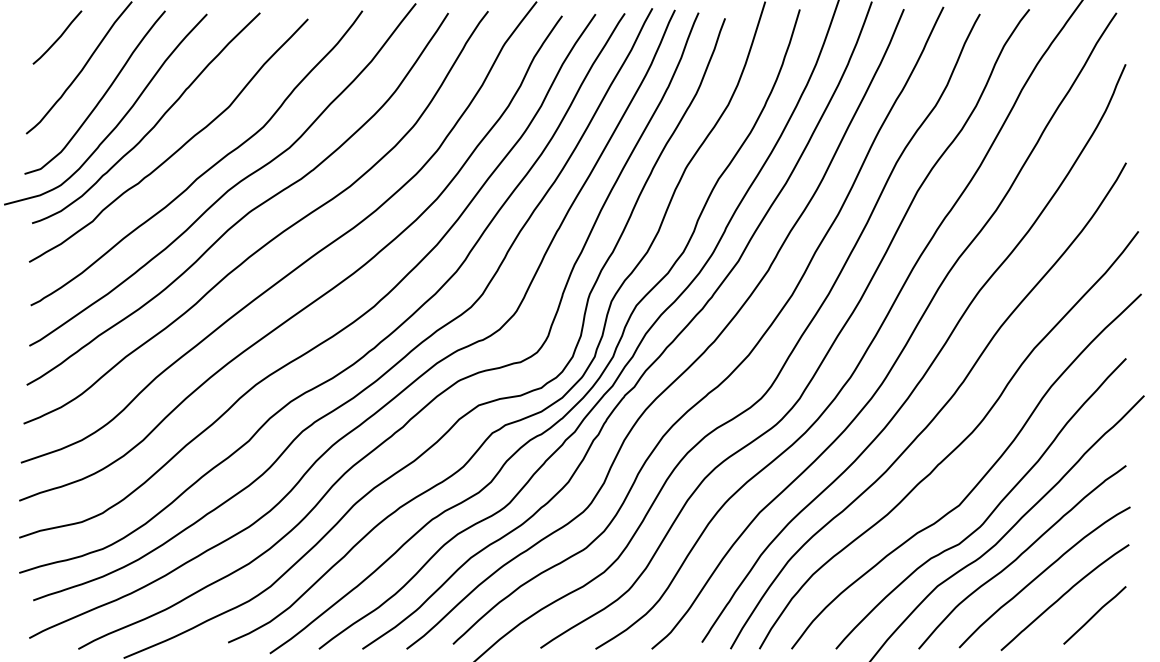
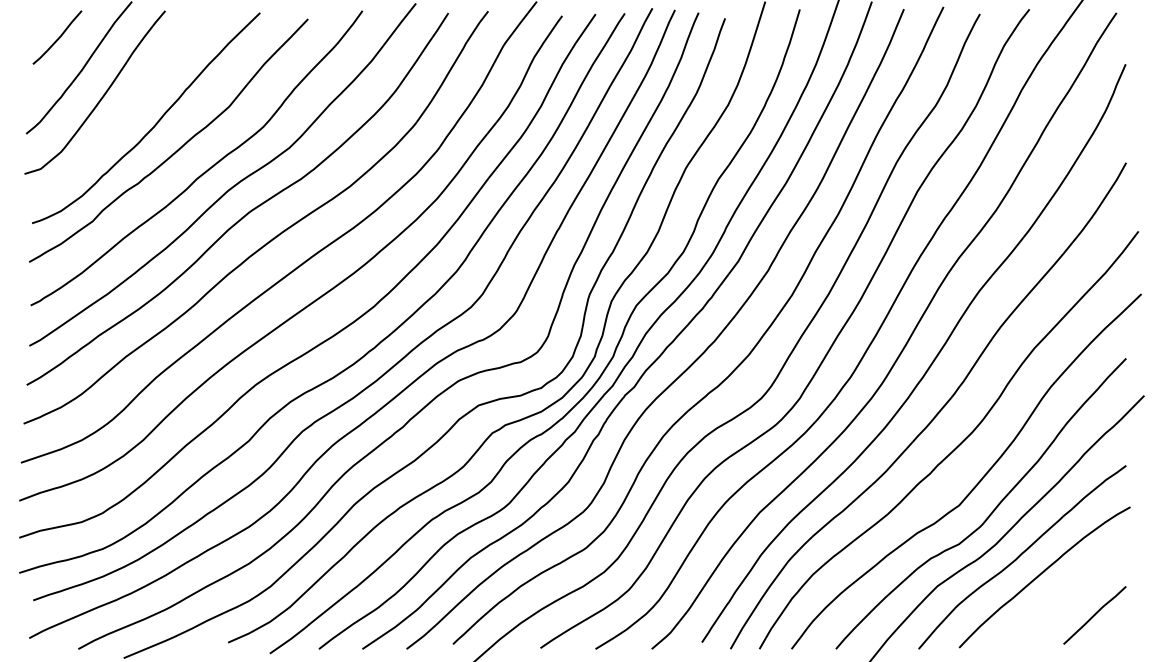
curve at (120, 119): present -> none
curve at (1063, 596): present -> none
